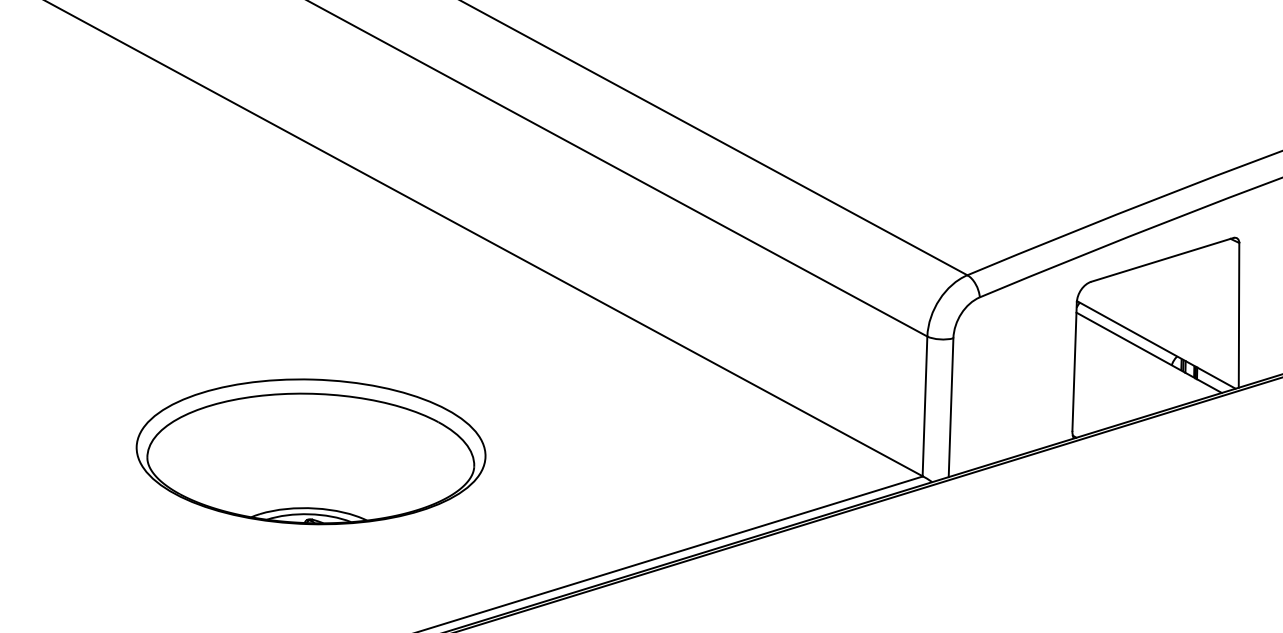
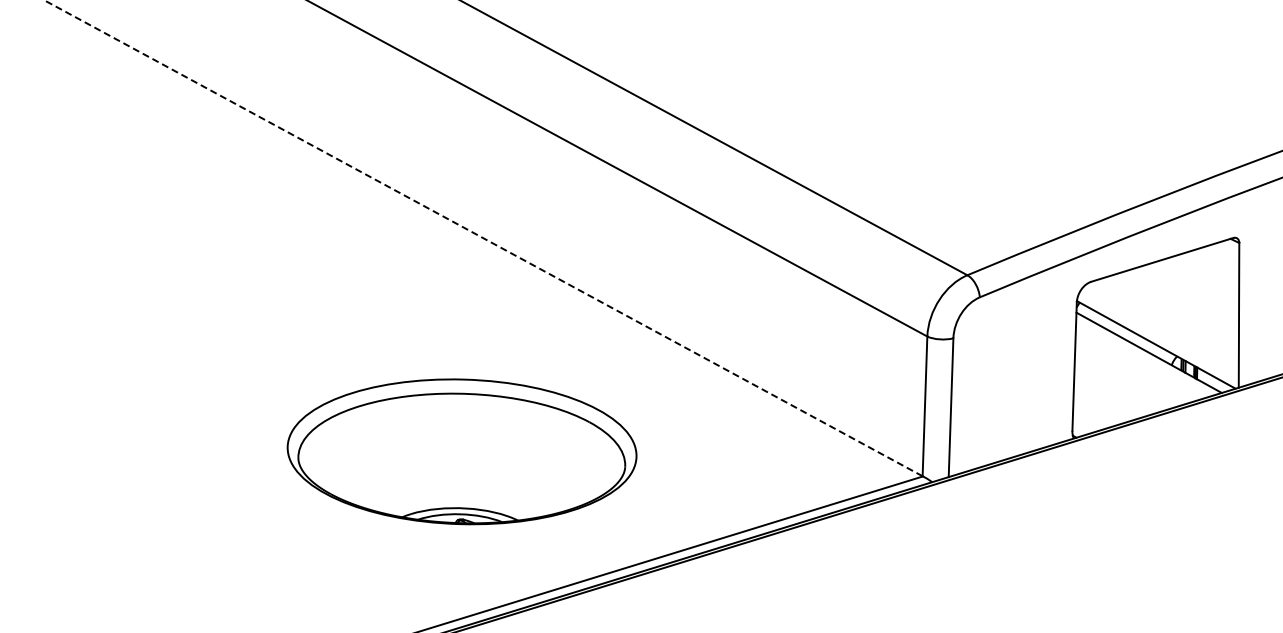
line at (483, 238): solid -> dashed
part at (310, 451) position: (310, 451) -> (461, 451)
